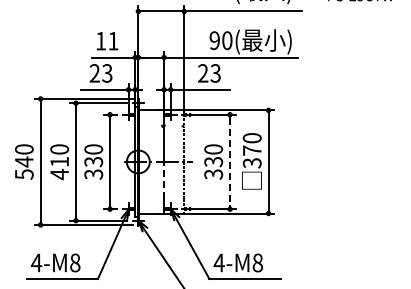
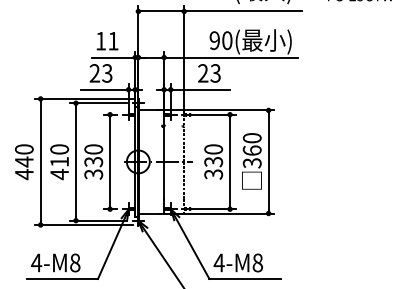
text at (251, 150): 370 -> 360
line at (230, 161): dashed -> solid
text at (24, 174): 540 -> 440
line at (164, 180): dashed -> solid
